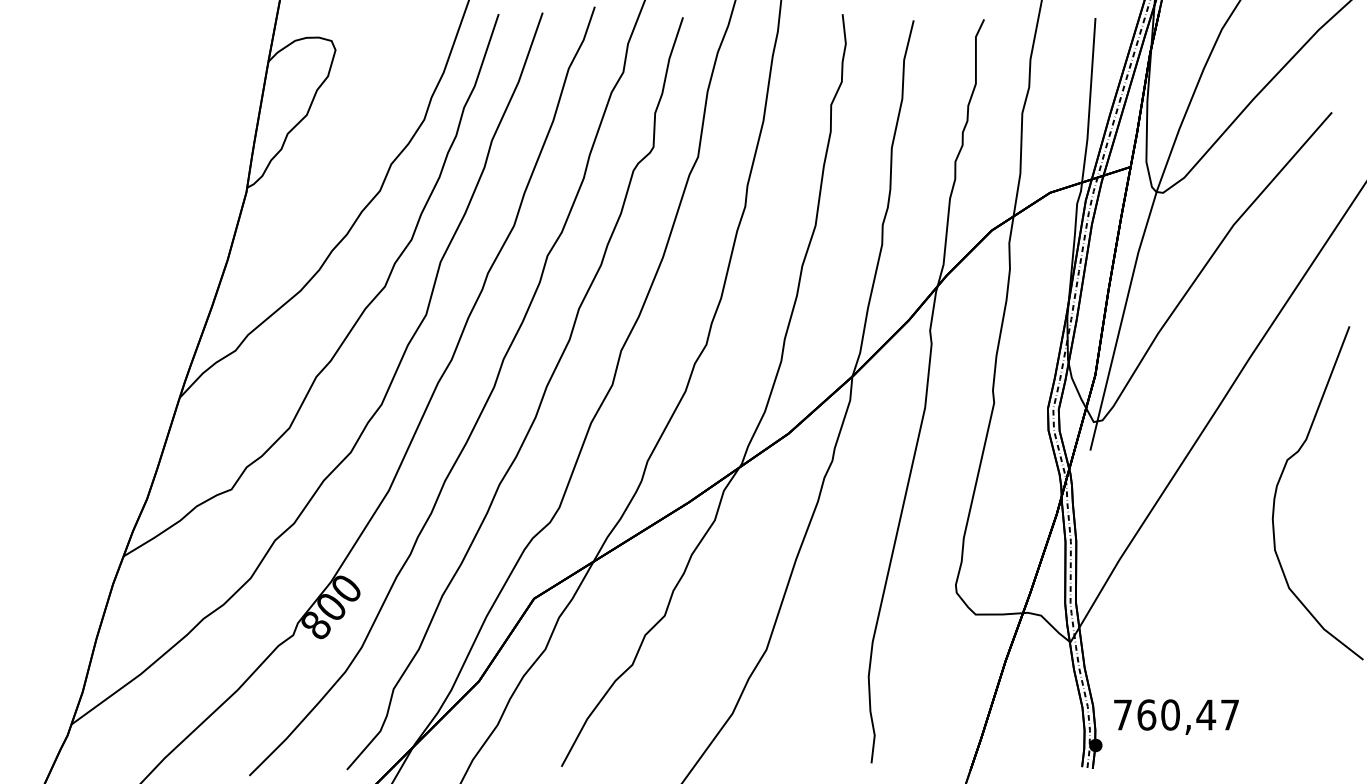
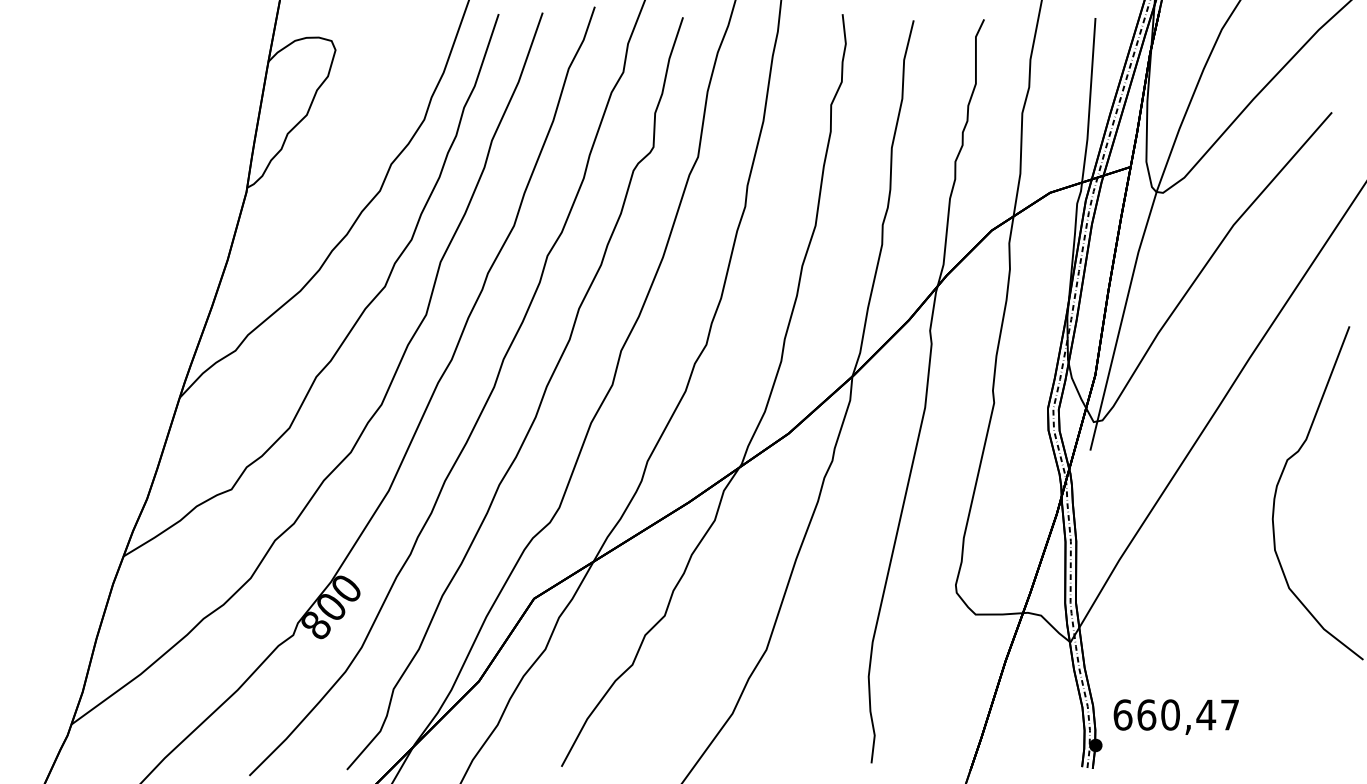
text at (1122, 714): 760,47 -> 660,47
